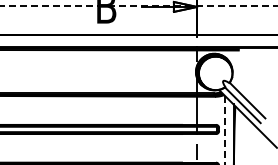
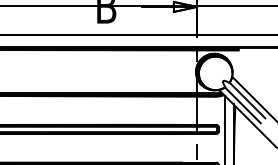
line at (138, 5): dashed -> solid
line at (253, 97): none -> present
line at (225, 130): dashed -> solid
